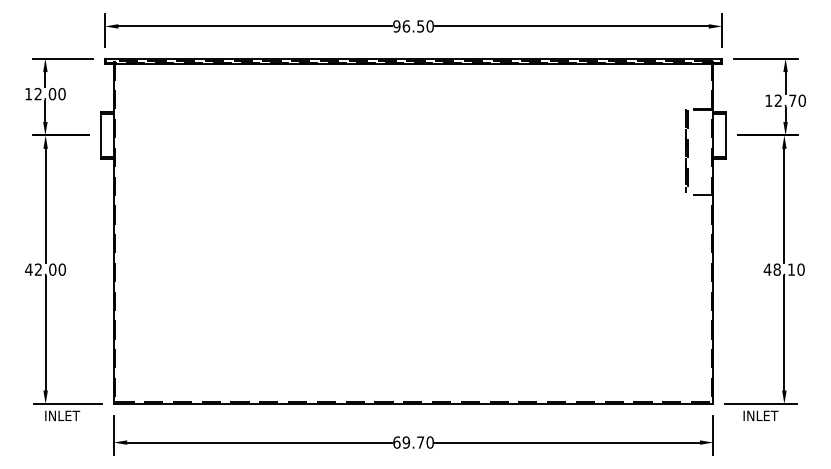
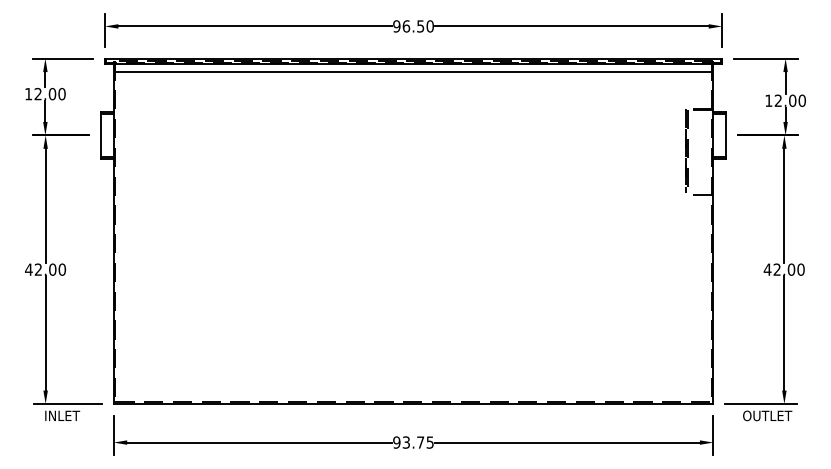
line at (413, 71): none -> present
text at (792, 100): 12.70 -> 12.00
text at (784, 269): 48.10 -> 42.00
text at (767, 415): INLET -> OUTLET
text at (413, 442): 69.70 -> 93.75
